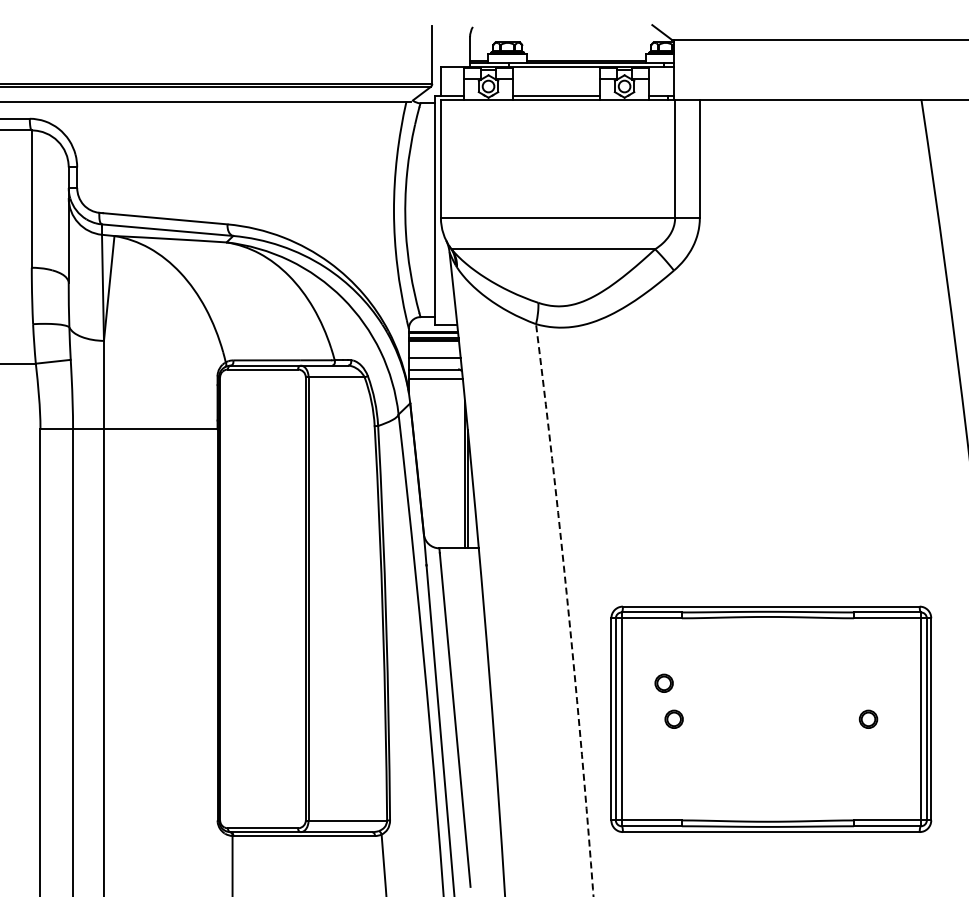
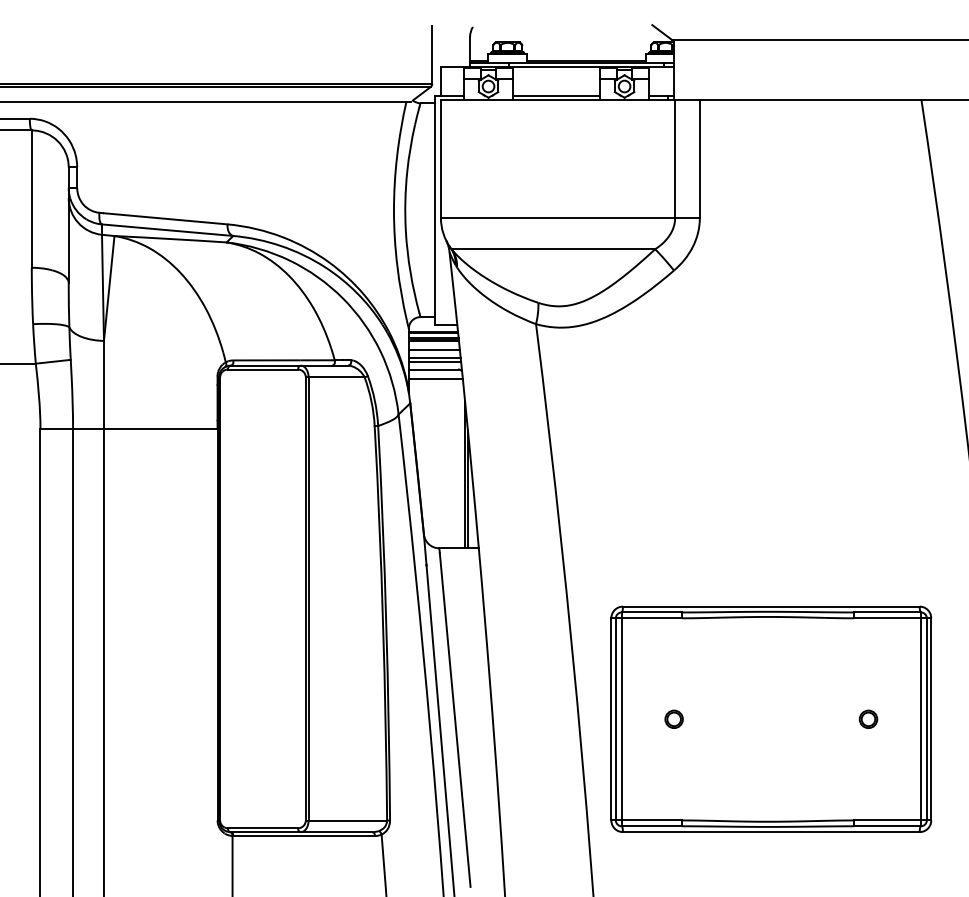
line at (433, 350): none -> present
line at (434, 361): none -> present
arc at (568, 610): dashed -> solid
part at (663, 682): present -> none
